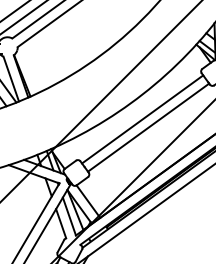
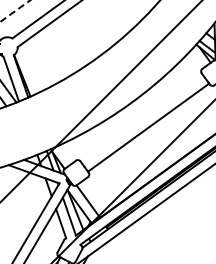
line at (14, 11): solid -> dashed
line at (23, 17): present -> none
line at (142, 119): present -> none
